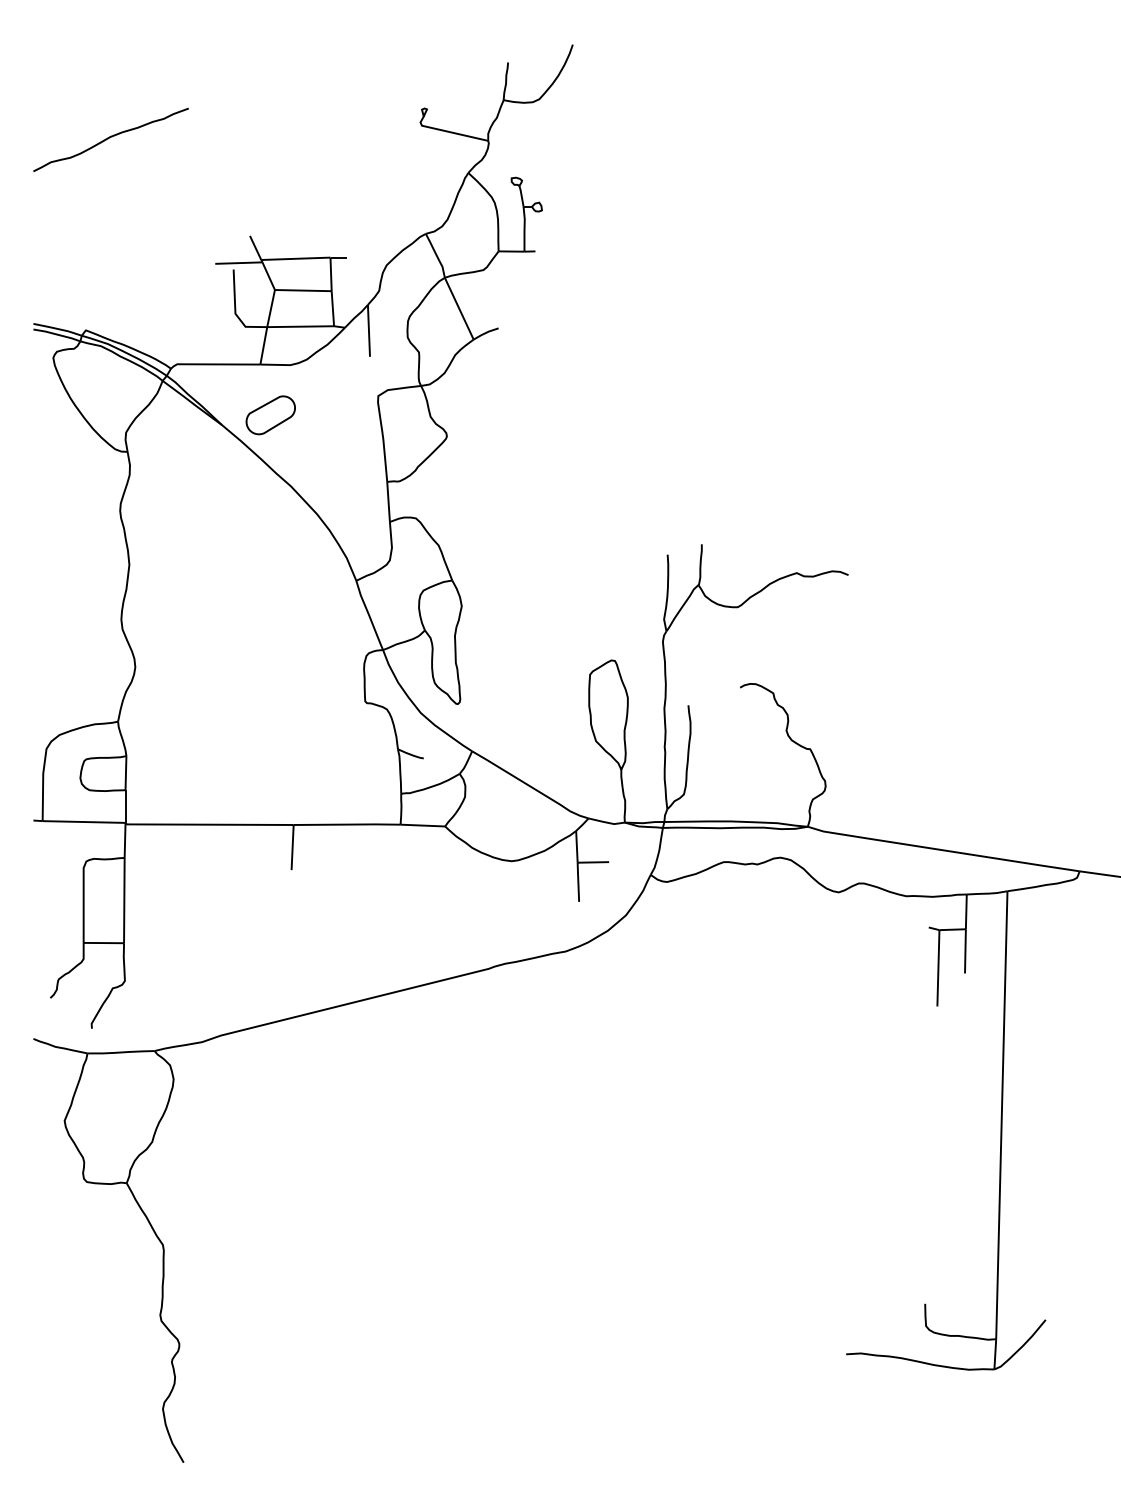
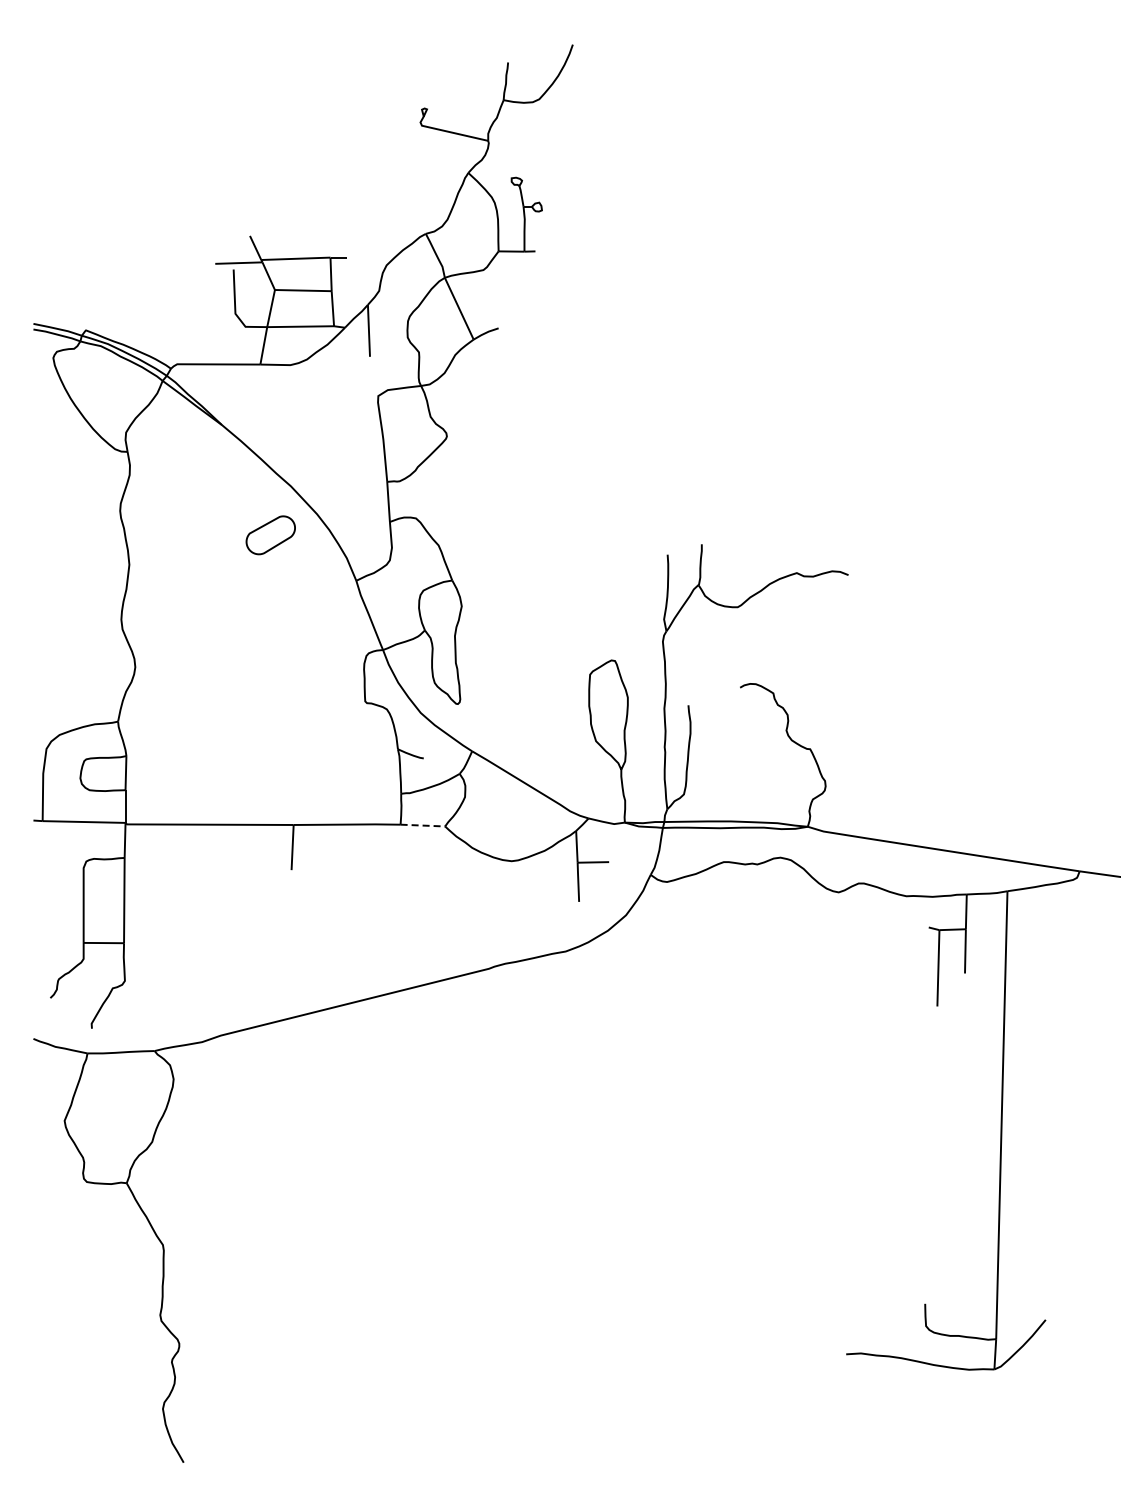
curve at (109, 138): present -> none
part at (270, 415) position: (270, 415) -> (270, 535)
line at (423, 825): solid -> dashed
